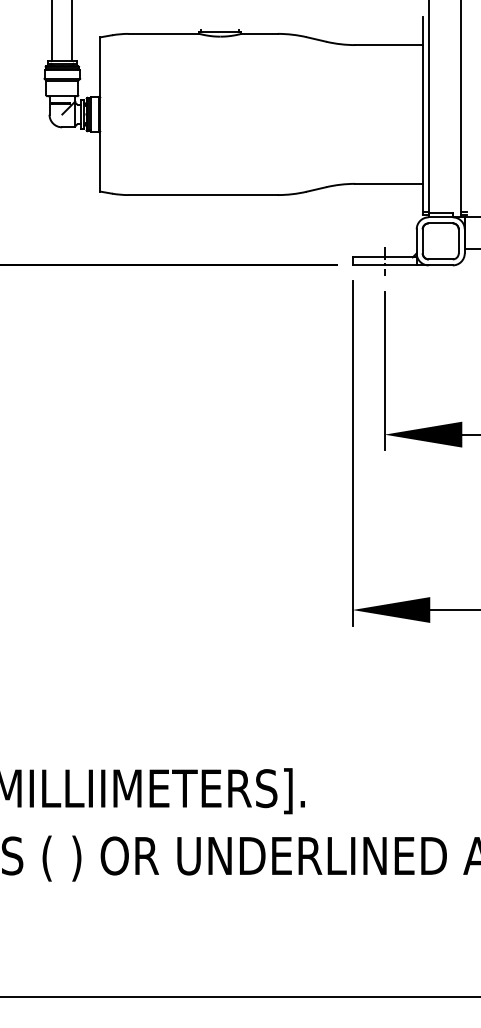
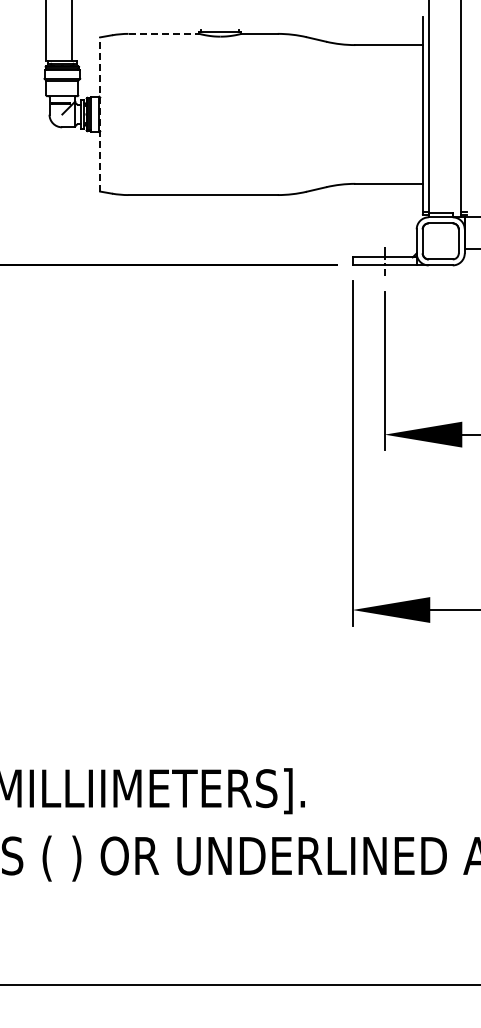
line at (52, 31) position: (52, 31) -> (46, 31)
line at (164, 33): solid -> dashed
line at (100, 113): solid -> dashed
line at (239, 997) position: (239, 997) -> (239, 985)
